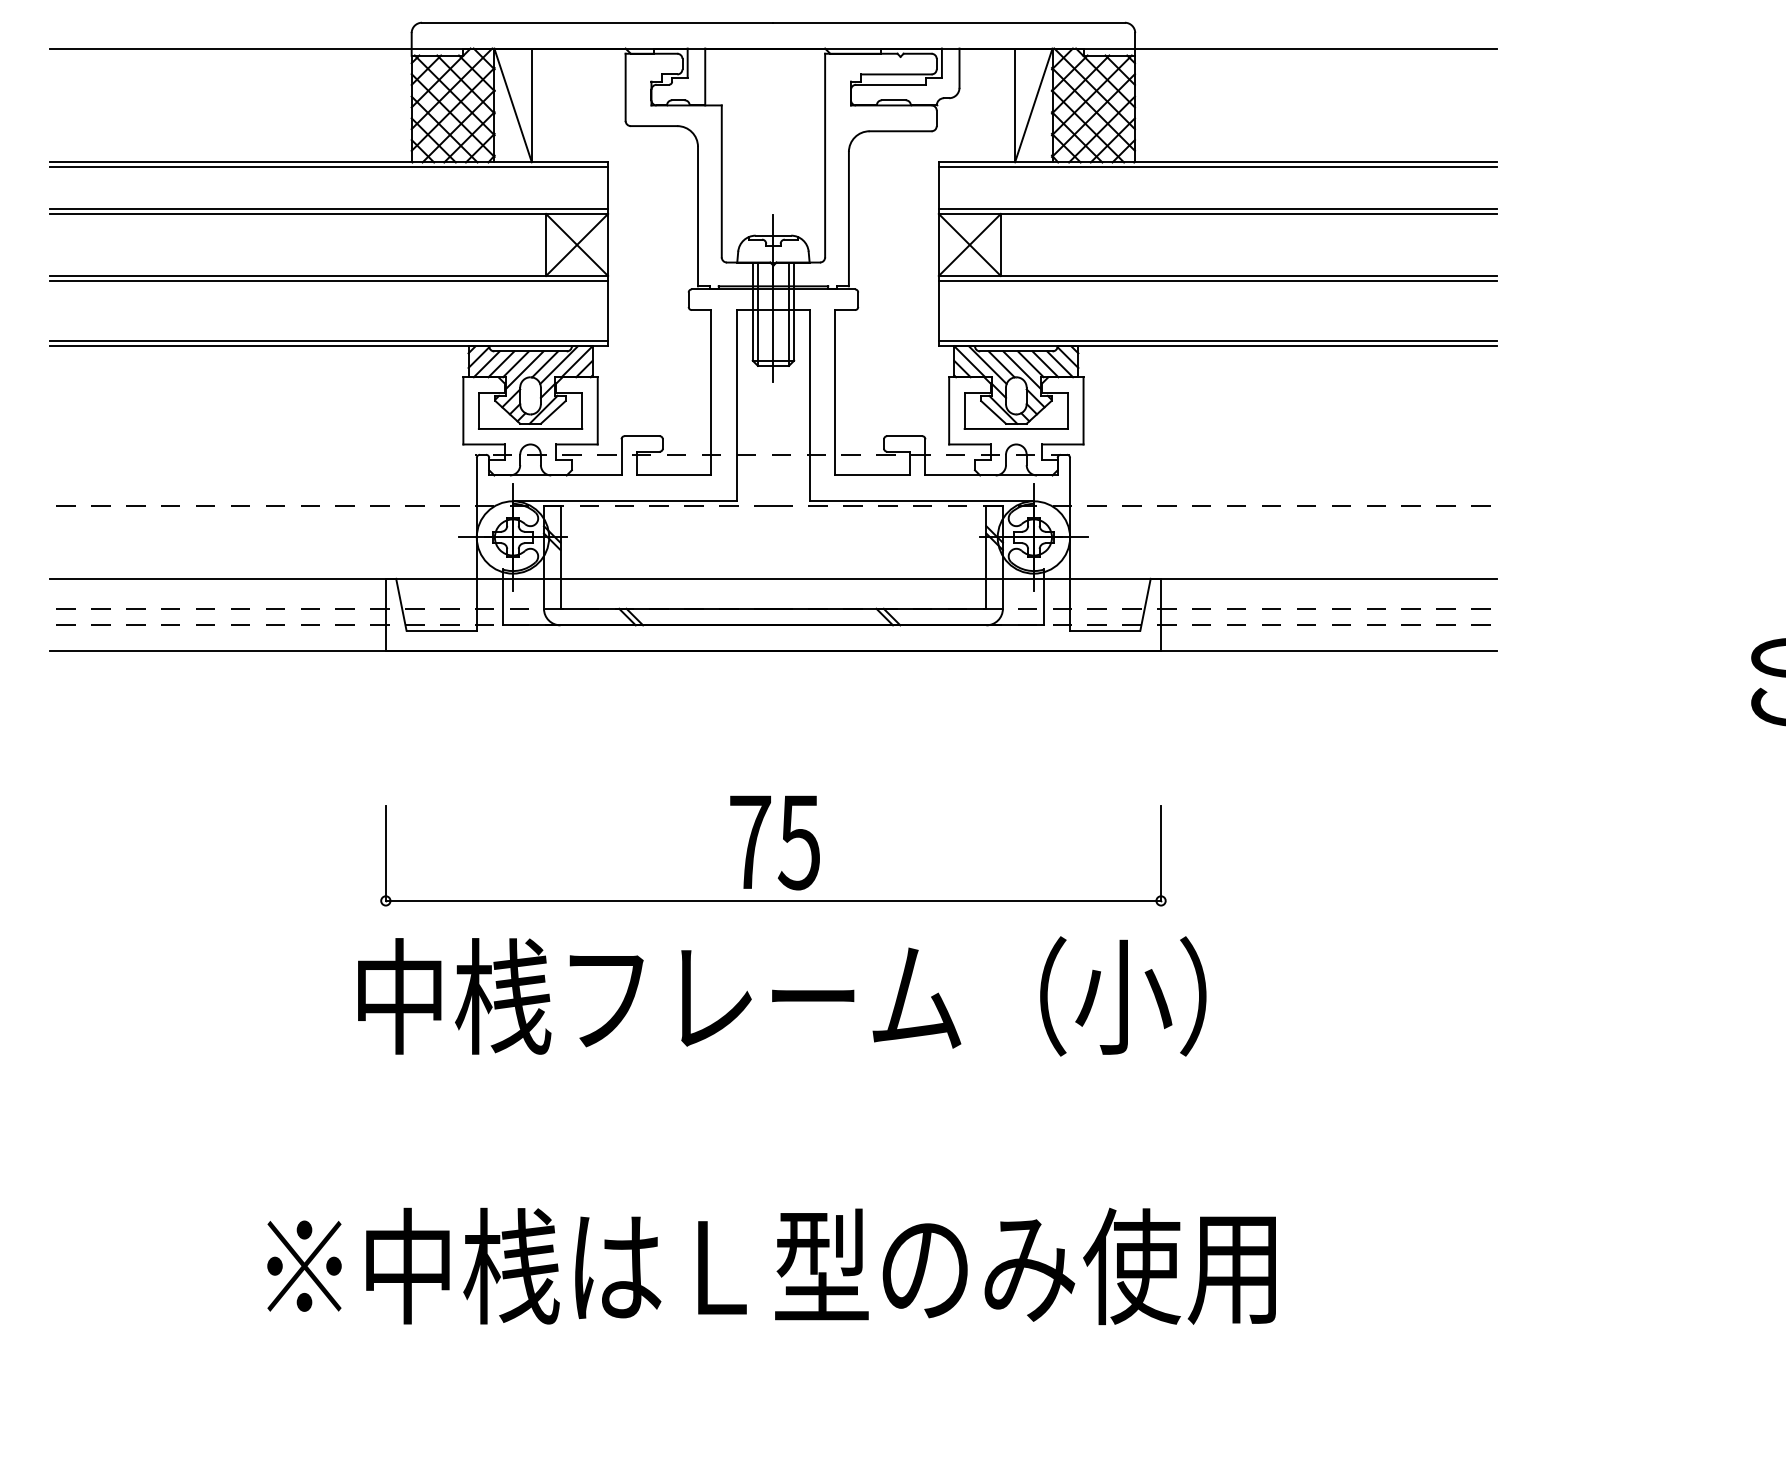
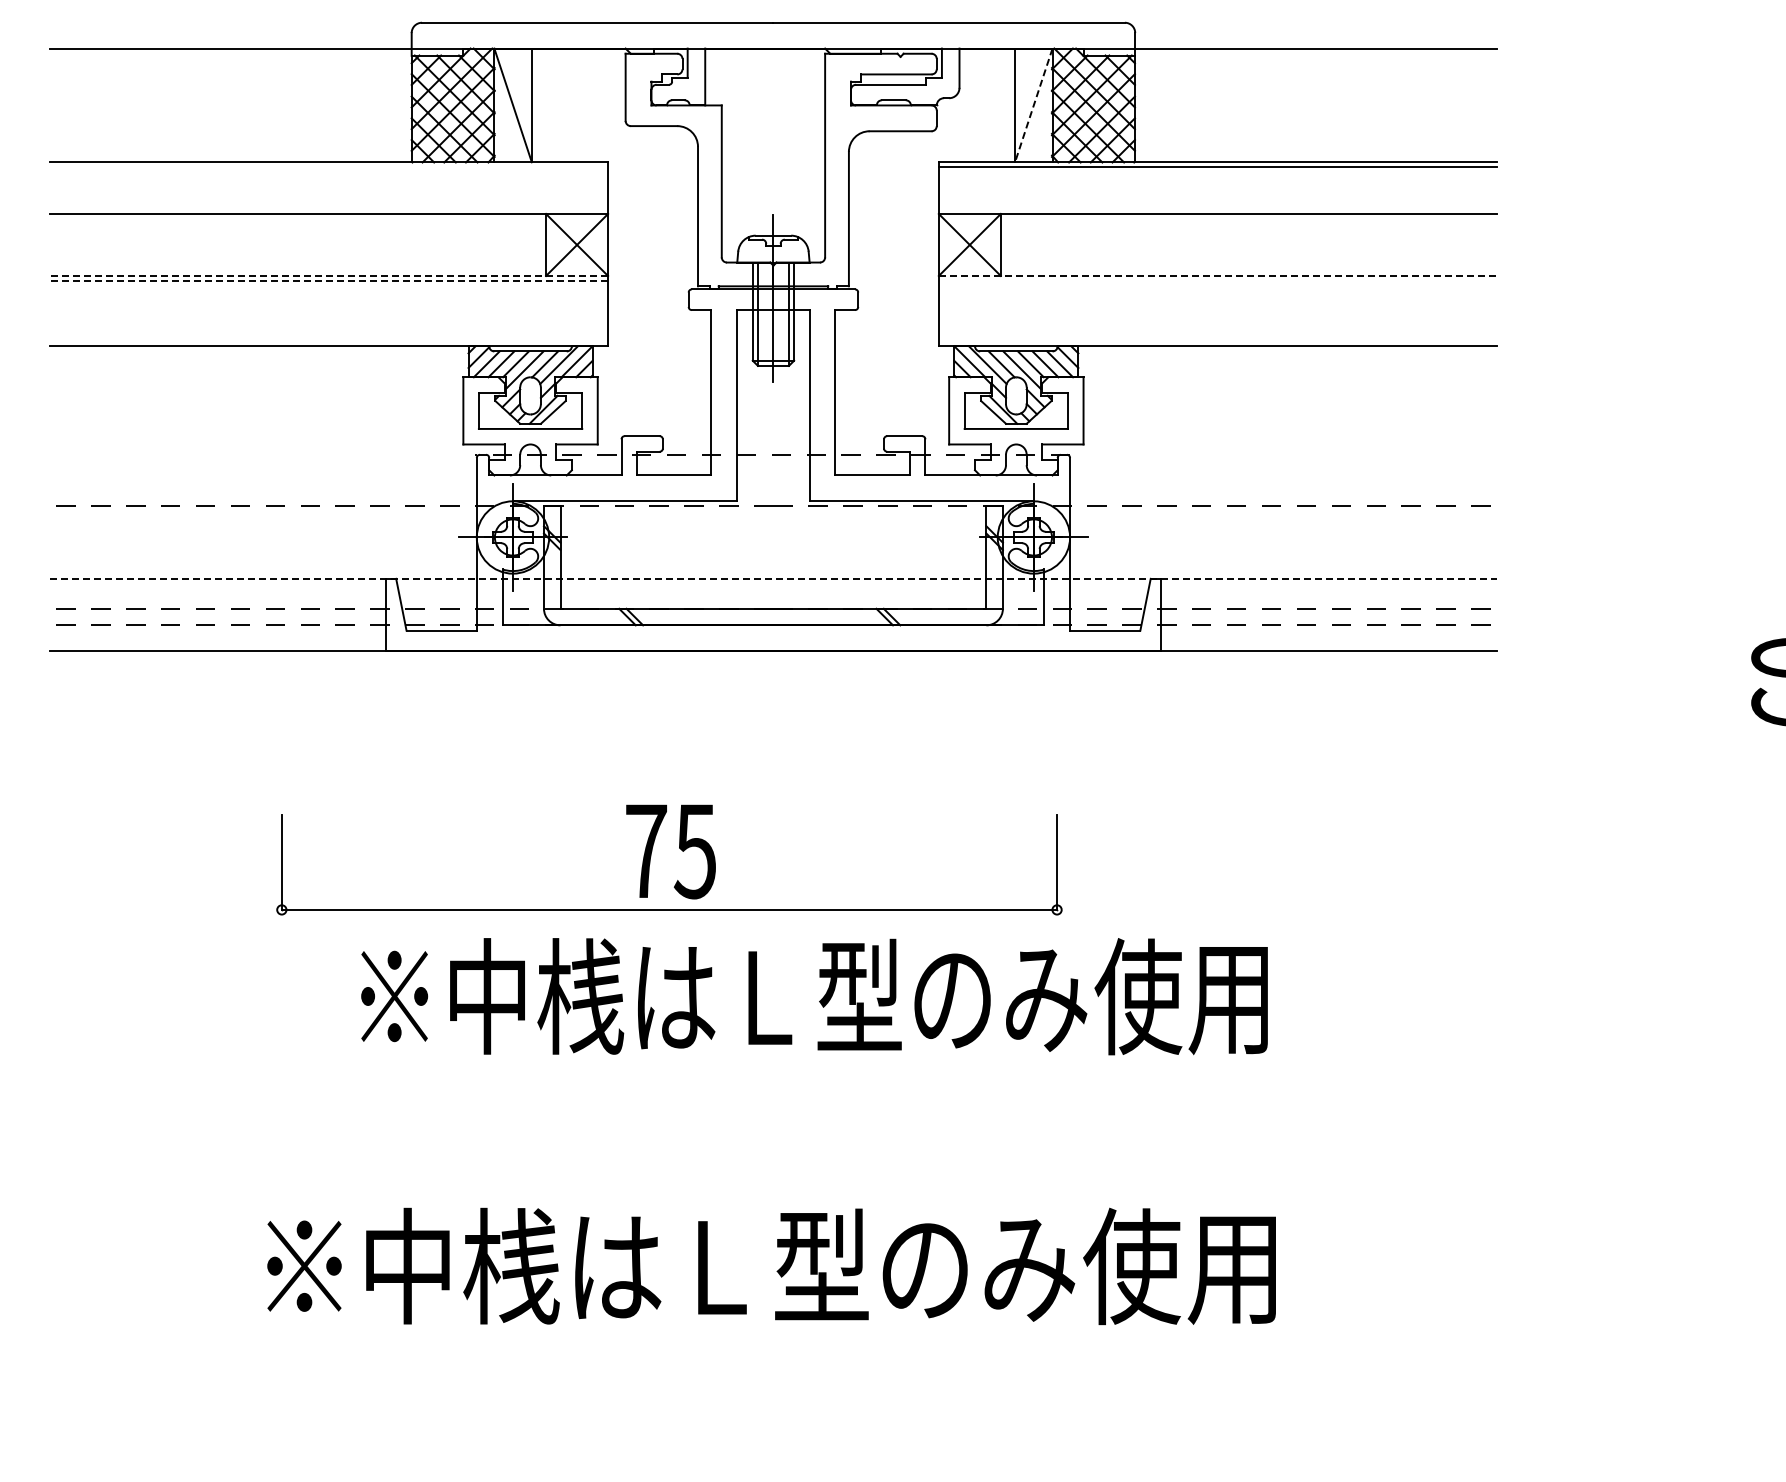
line at (1033, 105): solid -> dashed
line at (329, 167): present -> none
line at (329, 208): present -> none
line at (1217, 208): present -> none
line at (329, 275): solid -> dashed
line at (1218, 275): solid -> dashed
line at (329, 281): solid -> dashed
line at (1217, 281): present -> none
line at (329, 341): present -> none
line at (1217, 341): present -> none
line at (773, 578): solid -> dashed
part at (783, 839) position: (783, 839) -> (679, 848)
text at (812, 996): 中桟フレーム（小） -> ※中桟はＬ型のみ使用
